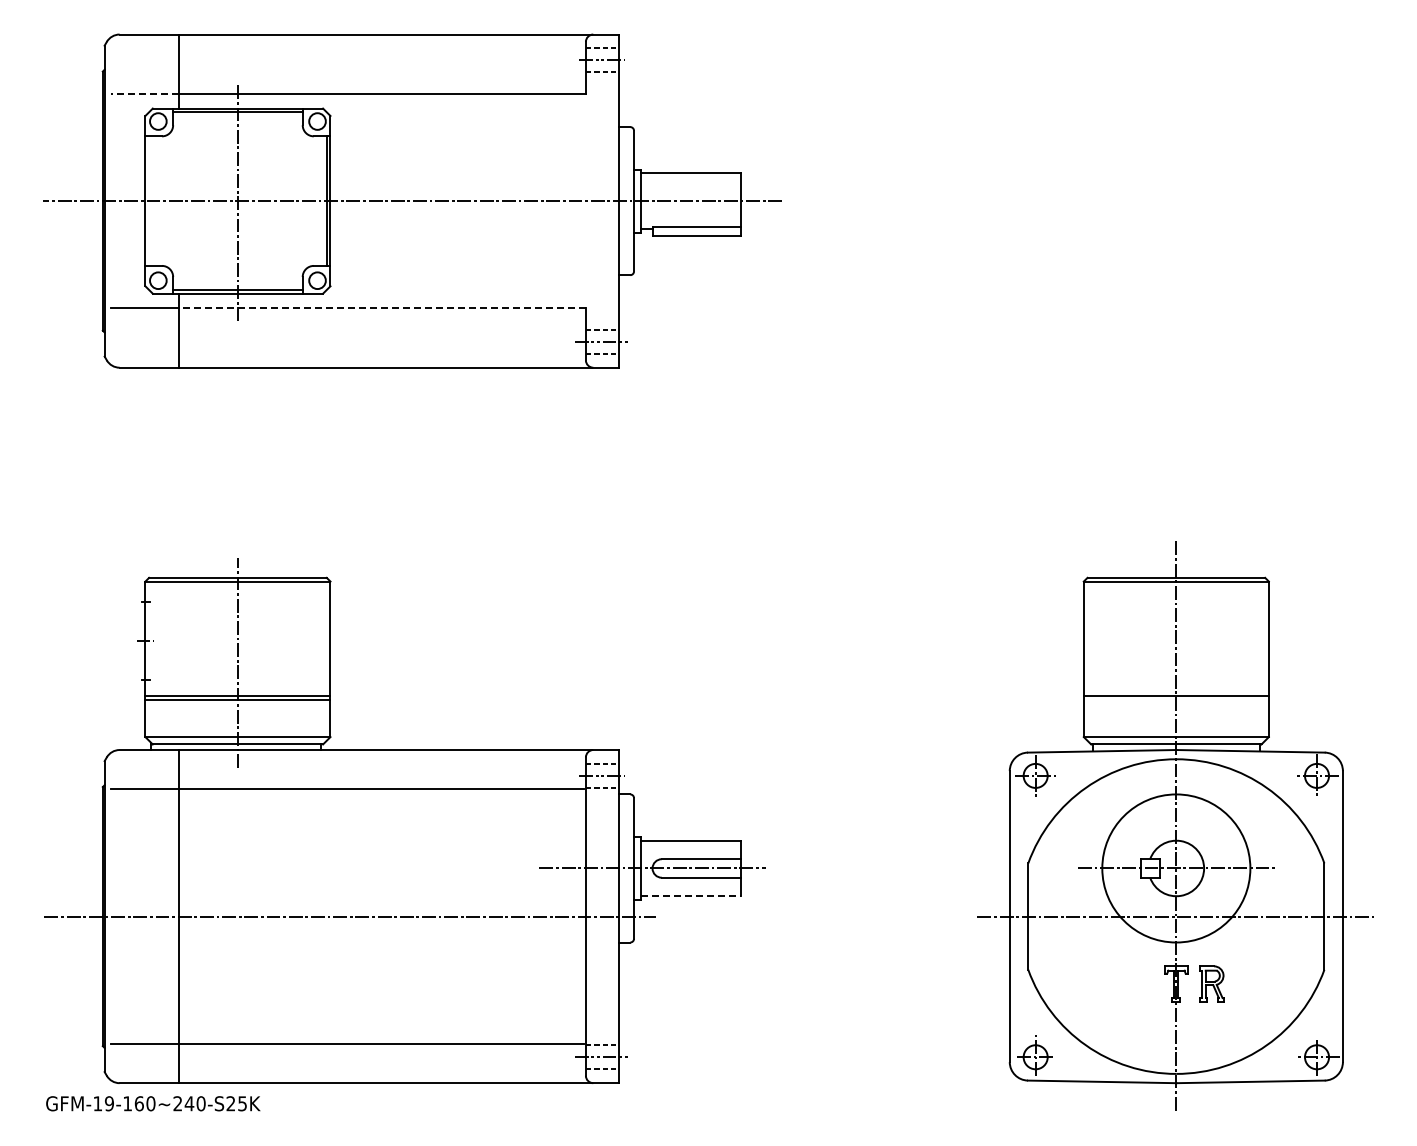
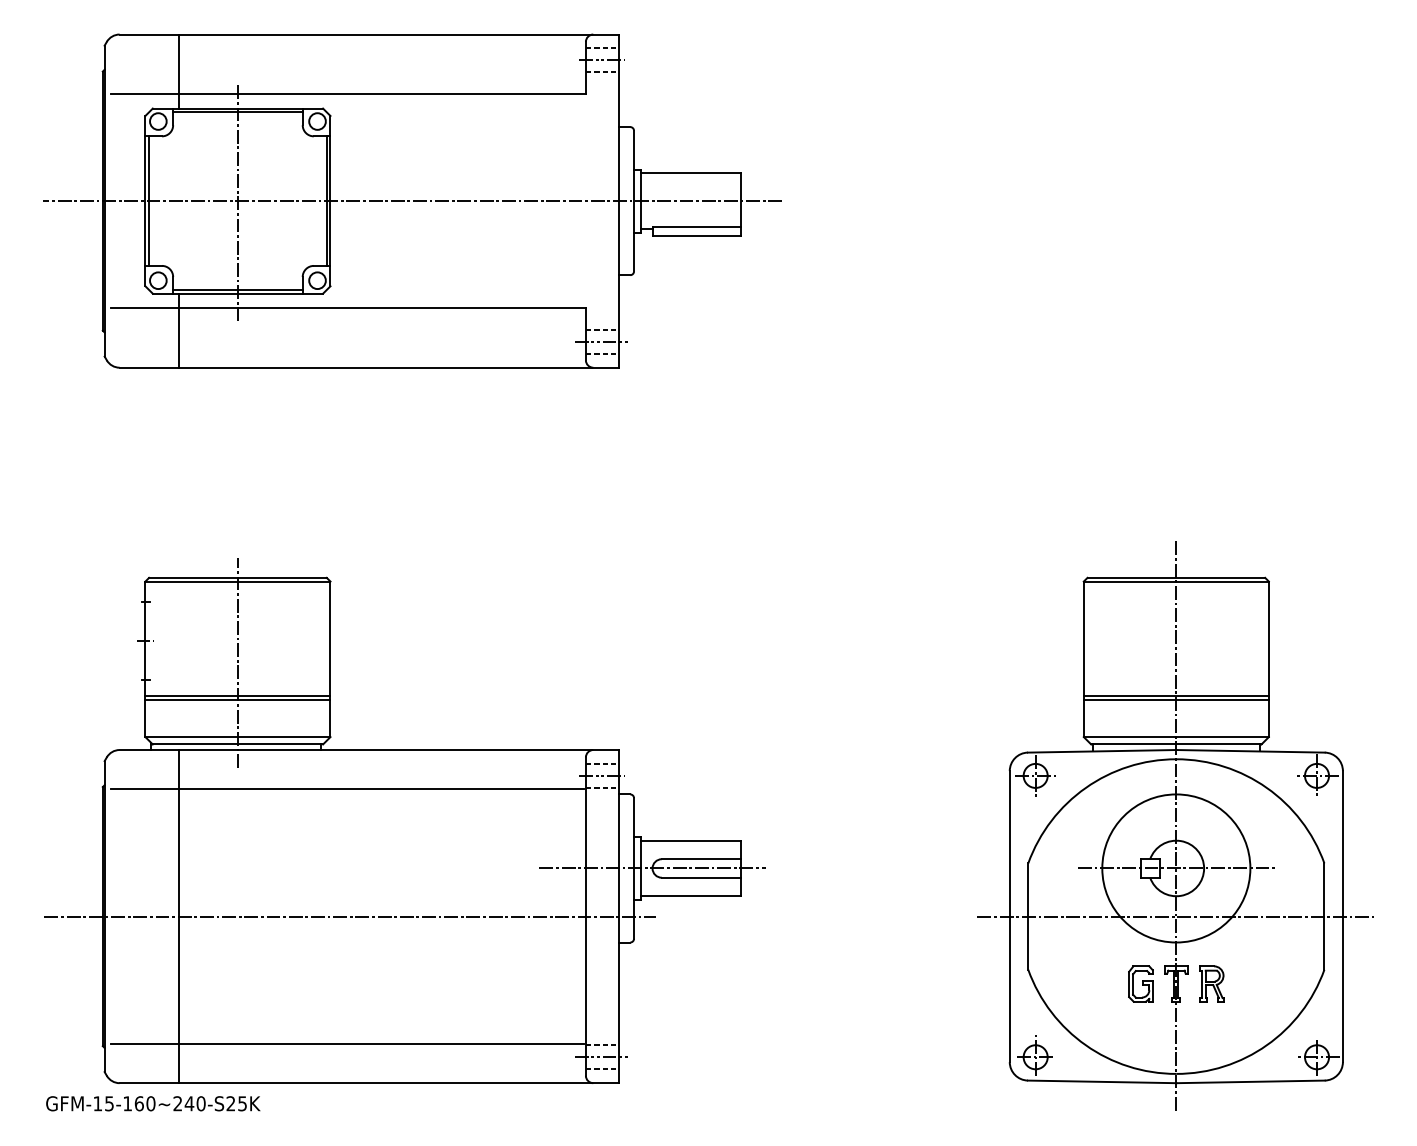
line at (144, 93): dashed -> solid
line at (149, 200): none -> present
line at (382, 308): dashed -> solid
line at (1175, 700): none -> present
line at (691, 896): dashed -> solid
part at (1140, 983): none -> present
text at (109, 1103): GFM-19-160~240-S25K -> GFM-15-160~240-S25K
